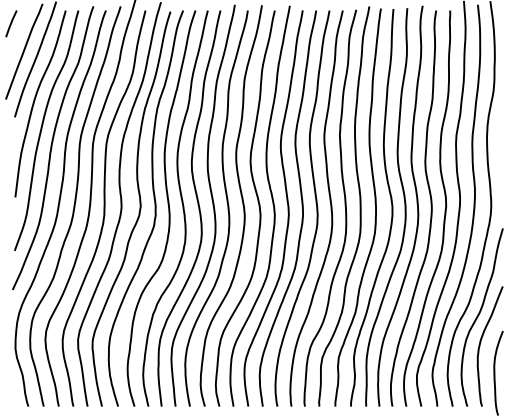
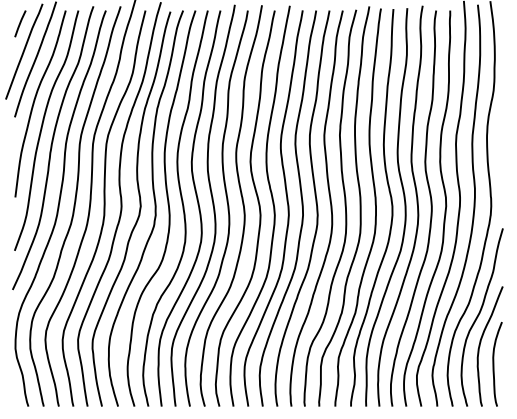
line at (11, 23) position: (11, 23) -> (20, 23)
curve at (495, 373) position: (495, 373) -> (494, 364)
